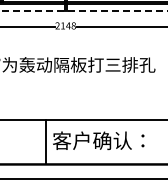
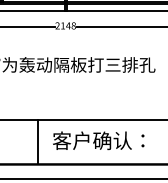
line at (83, 11): dashed -> solid
line at (46, 142) position: (46, 142) -> (38, 142)
